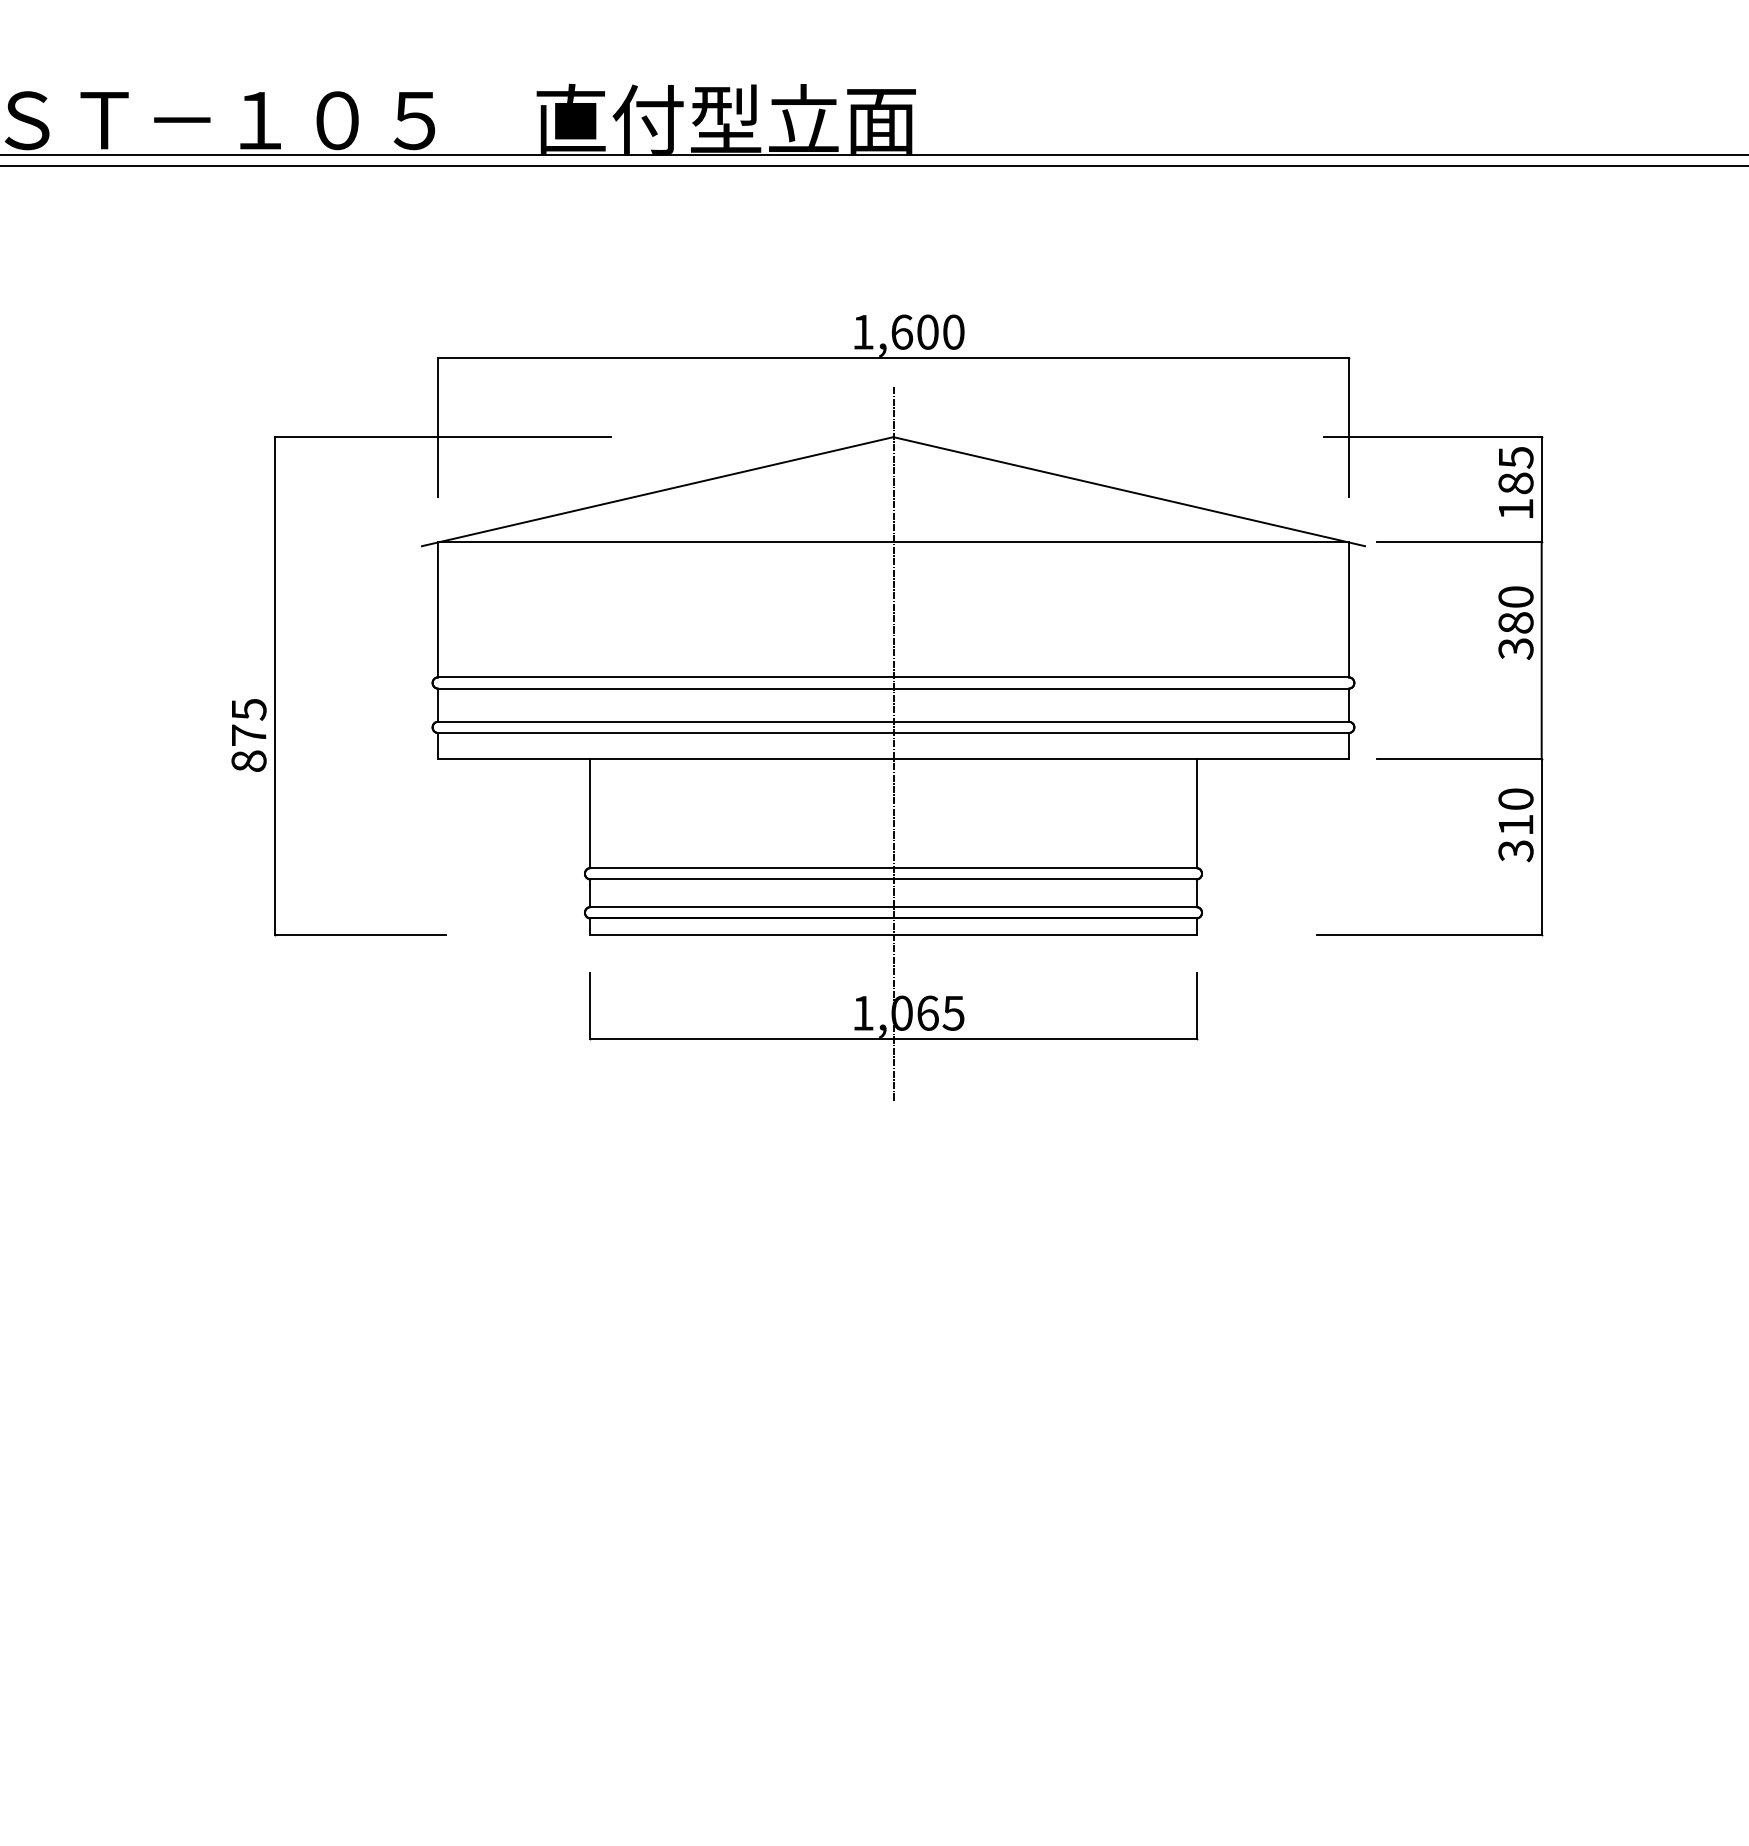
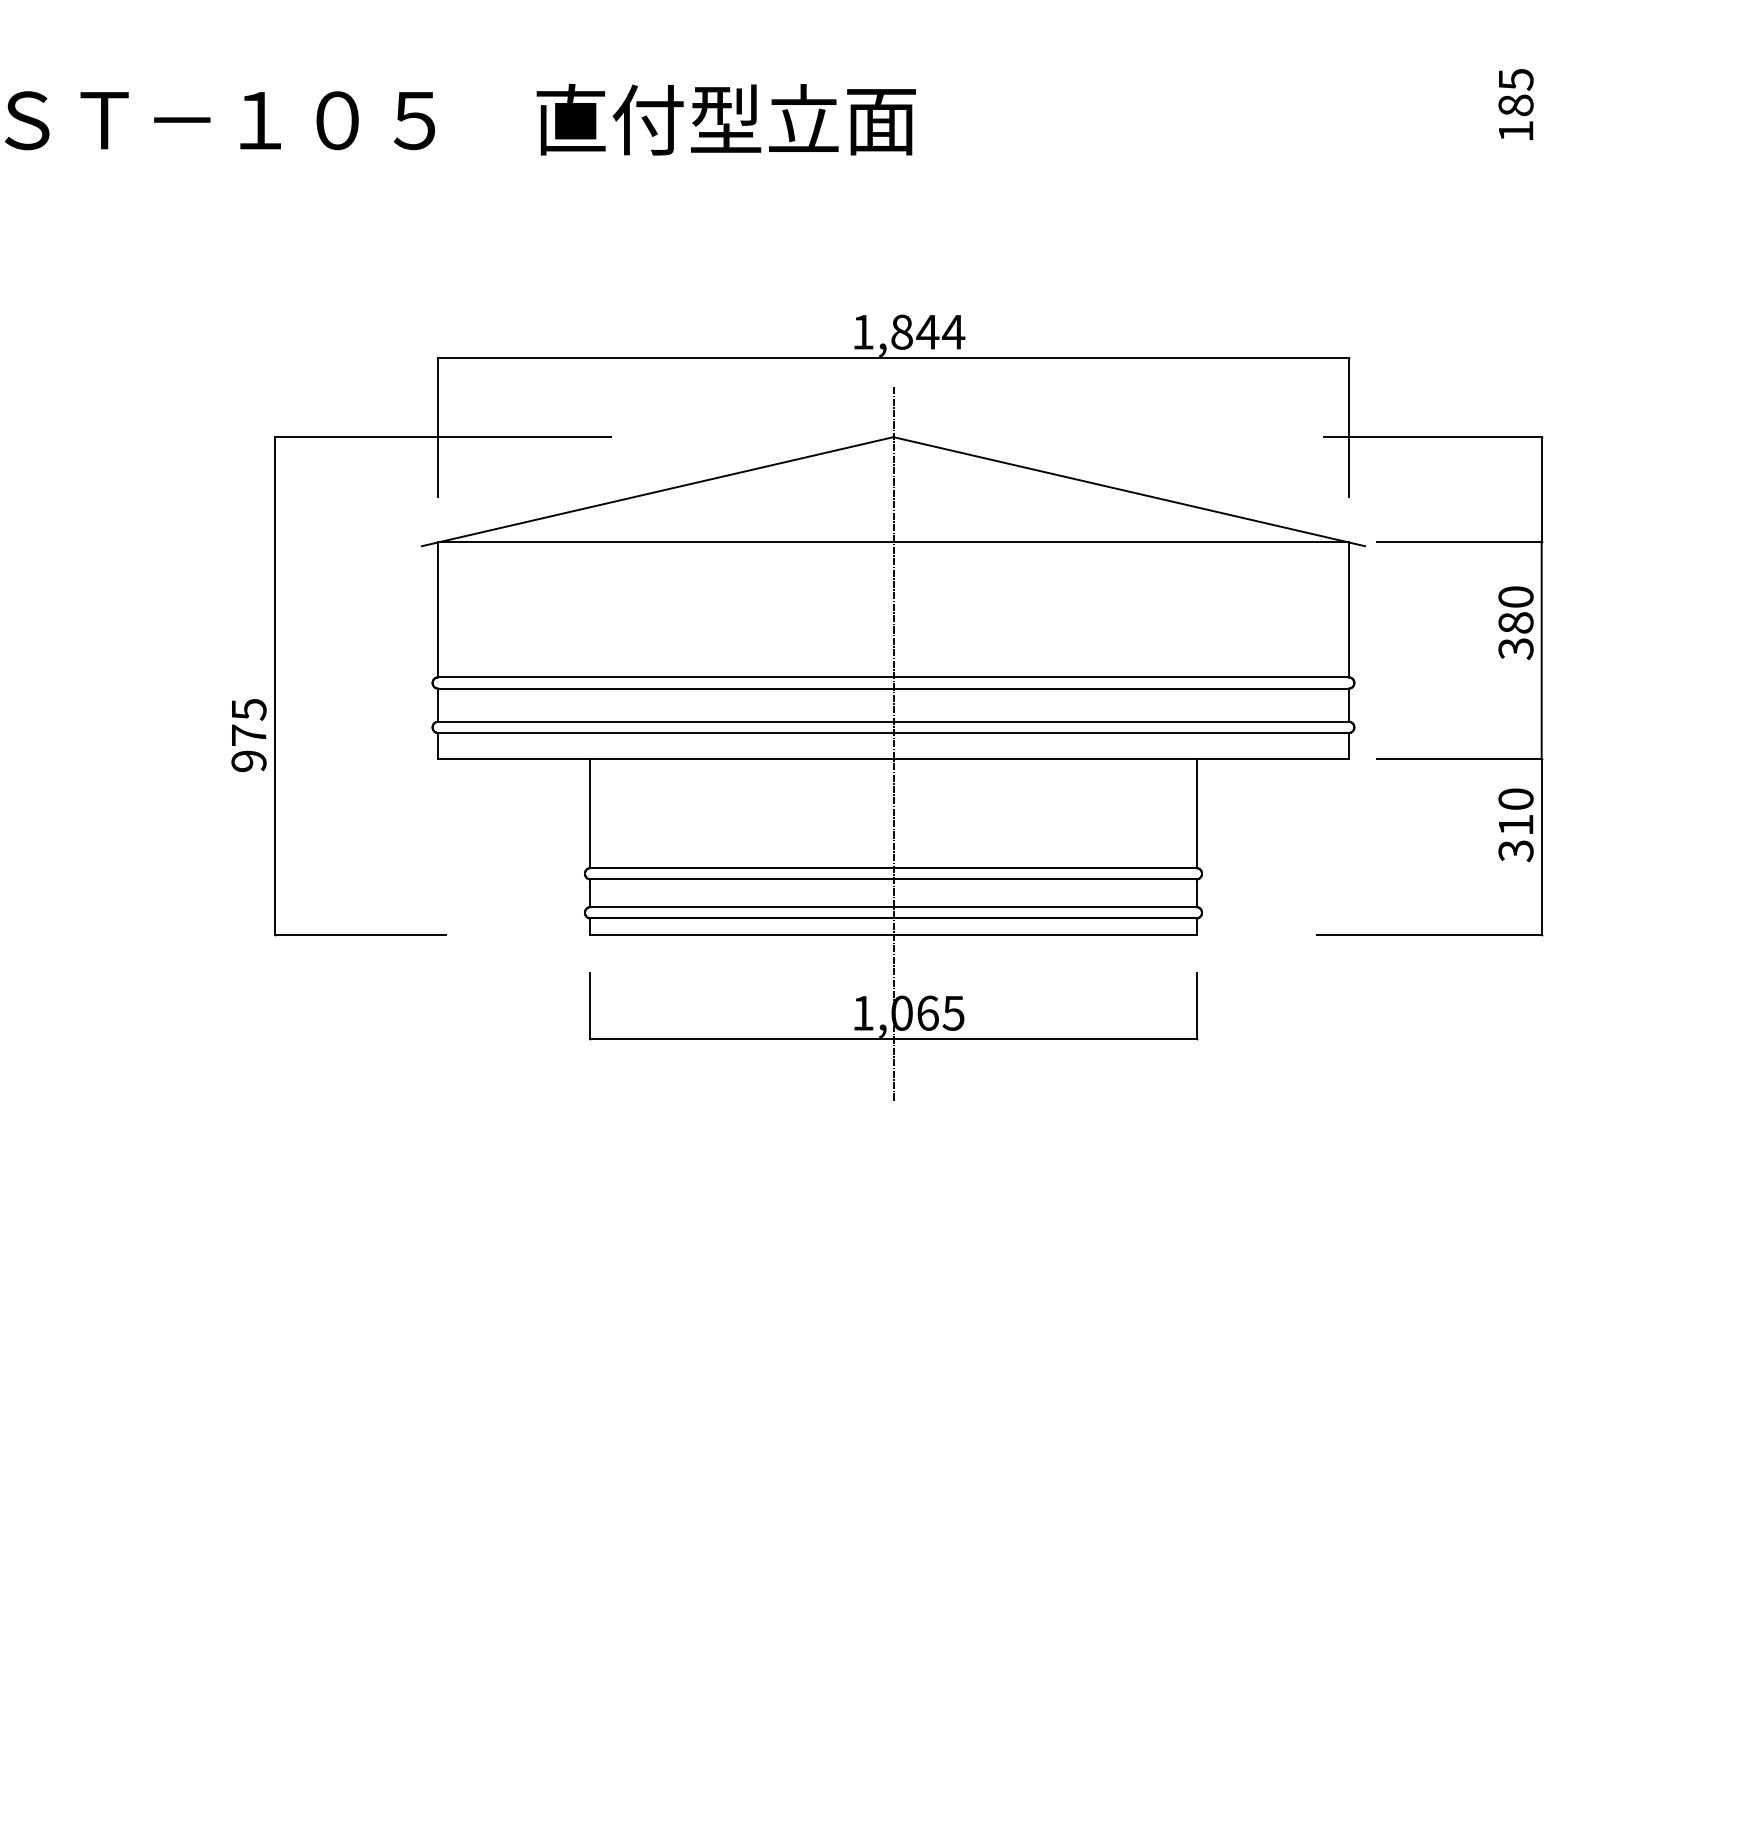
line at (873, 154): present -> none
line at (873, 166): present -> none
text at (928, 331): 1,600 -> 1,844
text at (1515, 482) position: (1515, 482) -> (1515, 104)
text at (248, 761): 875 -> 975
